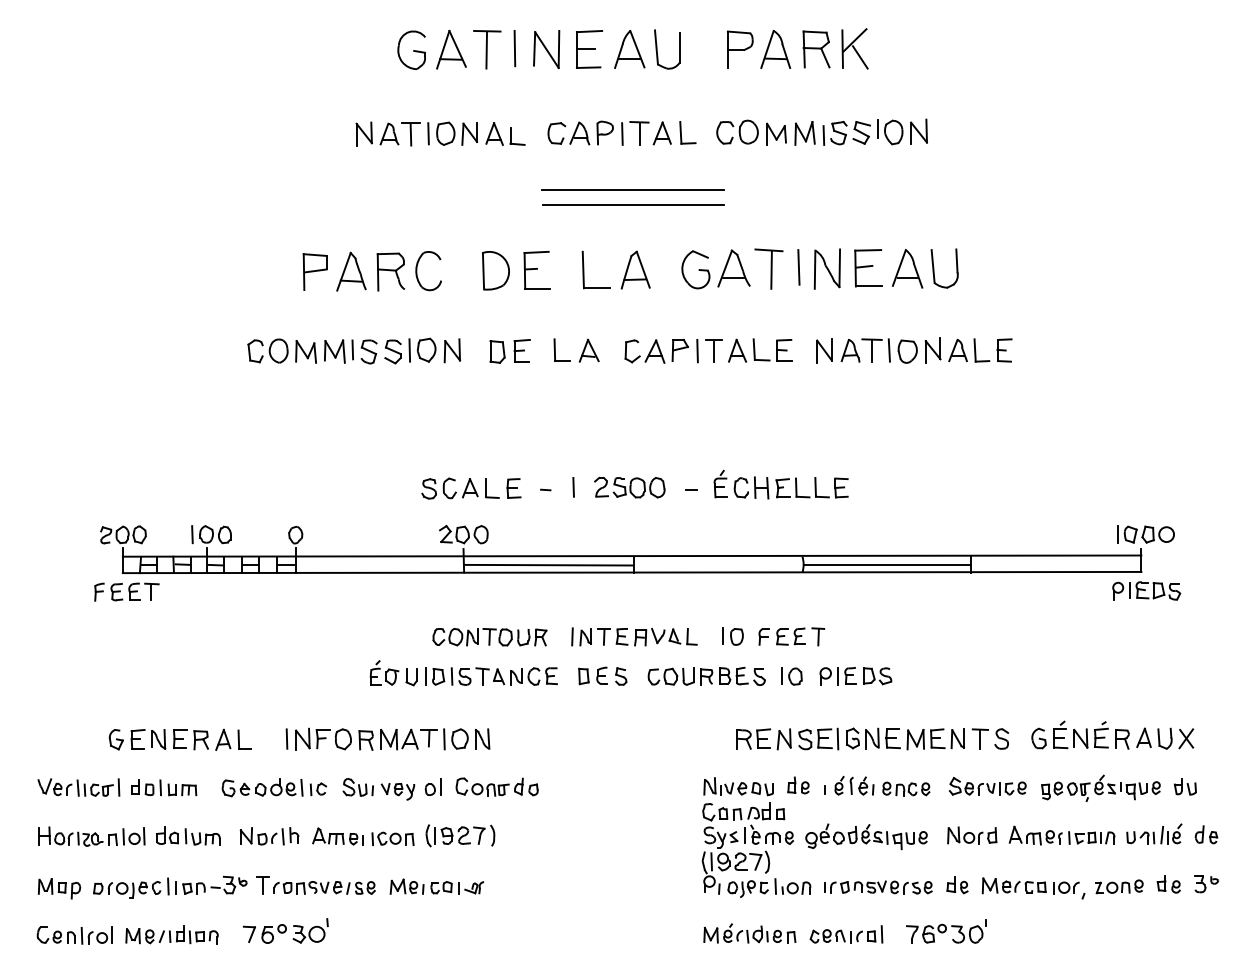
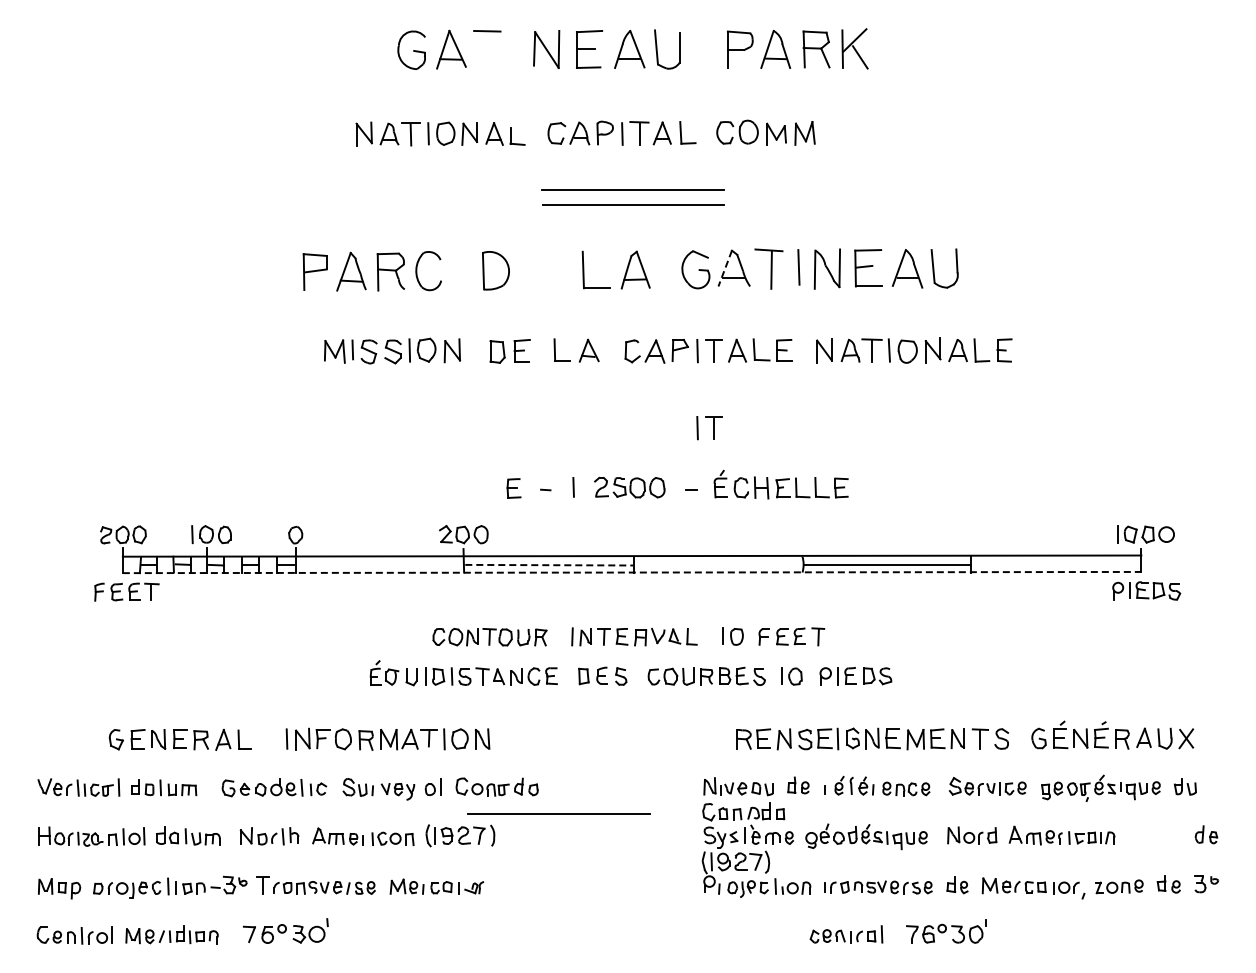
line at (514, 48): present -> none
line at (486, 50): present -> none
part at (874, 131): present -> none
part at (536, 269): present -> none
line at (725, 269): solid -> dashed
part at (281, 350): present -> none
part at (709, 428): none -> present
part at (460, 488): present -> none
line at (549, 565): solid -> dashed
line at (632, 572): solid -> dashed
line at (558, 813): none -> present
part at (1154, 833): present -> none
part at (749, 933): present -> none
